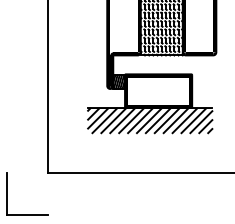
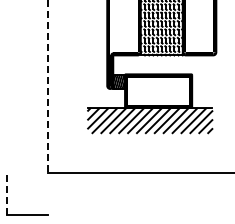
line at (48, 86): solid -> dashed
line at (6, 193): solid -> dashed
